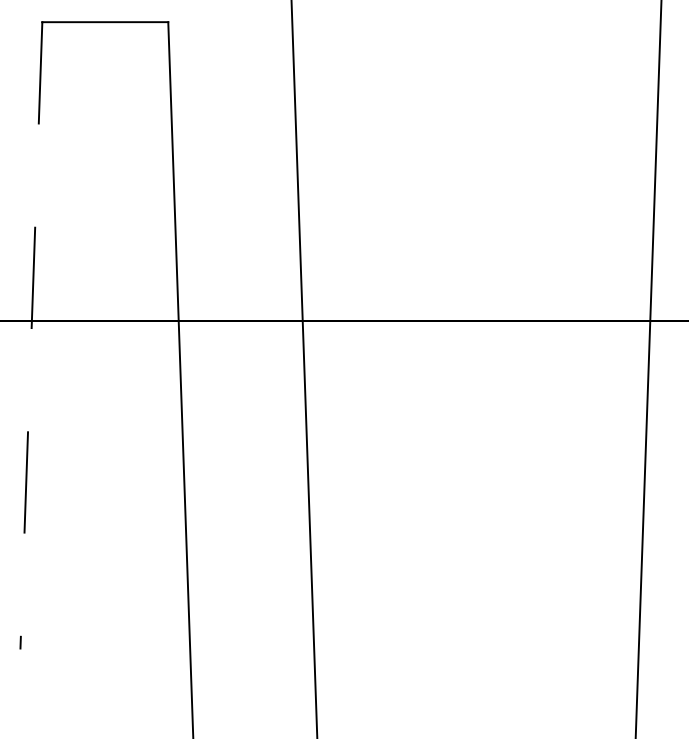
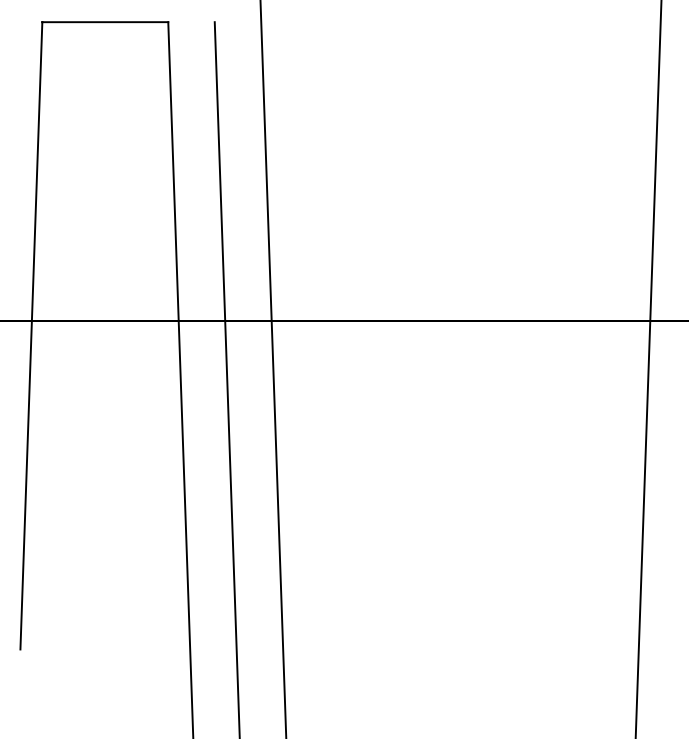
line at (31, 335): dashed -> solid
line at (304, 368) position: (304, 368) -> (273, 368)
line at (226, 378): none -> present
